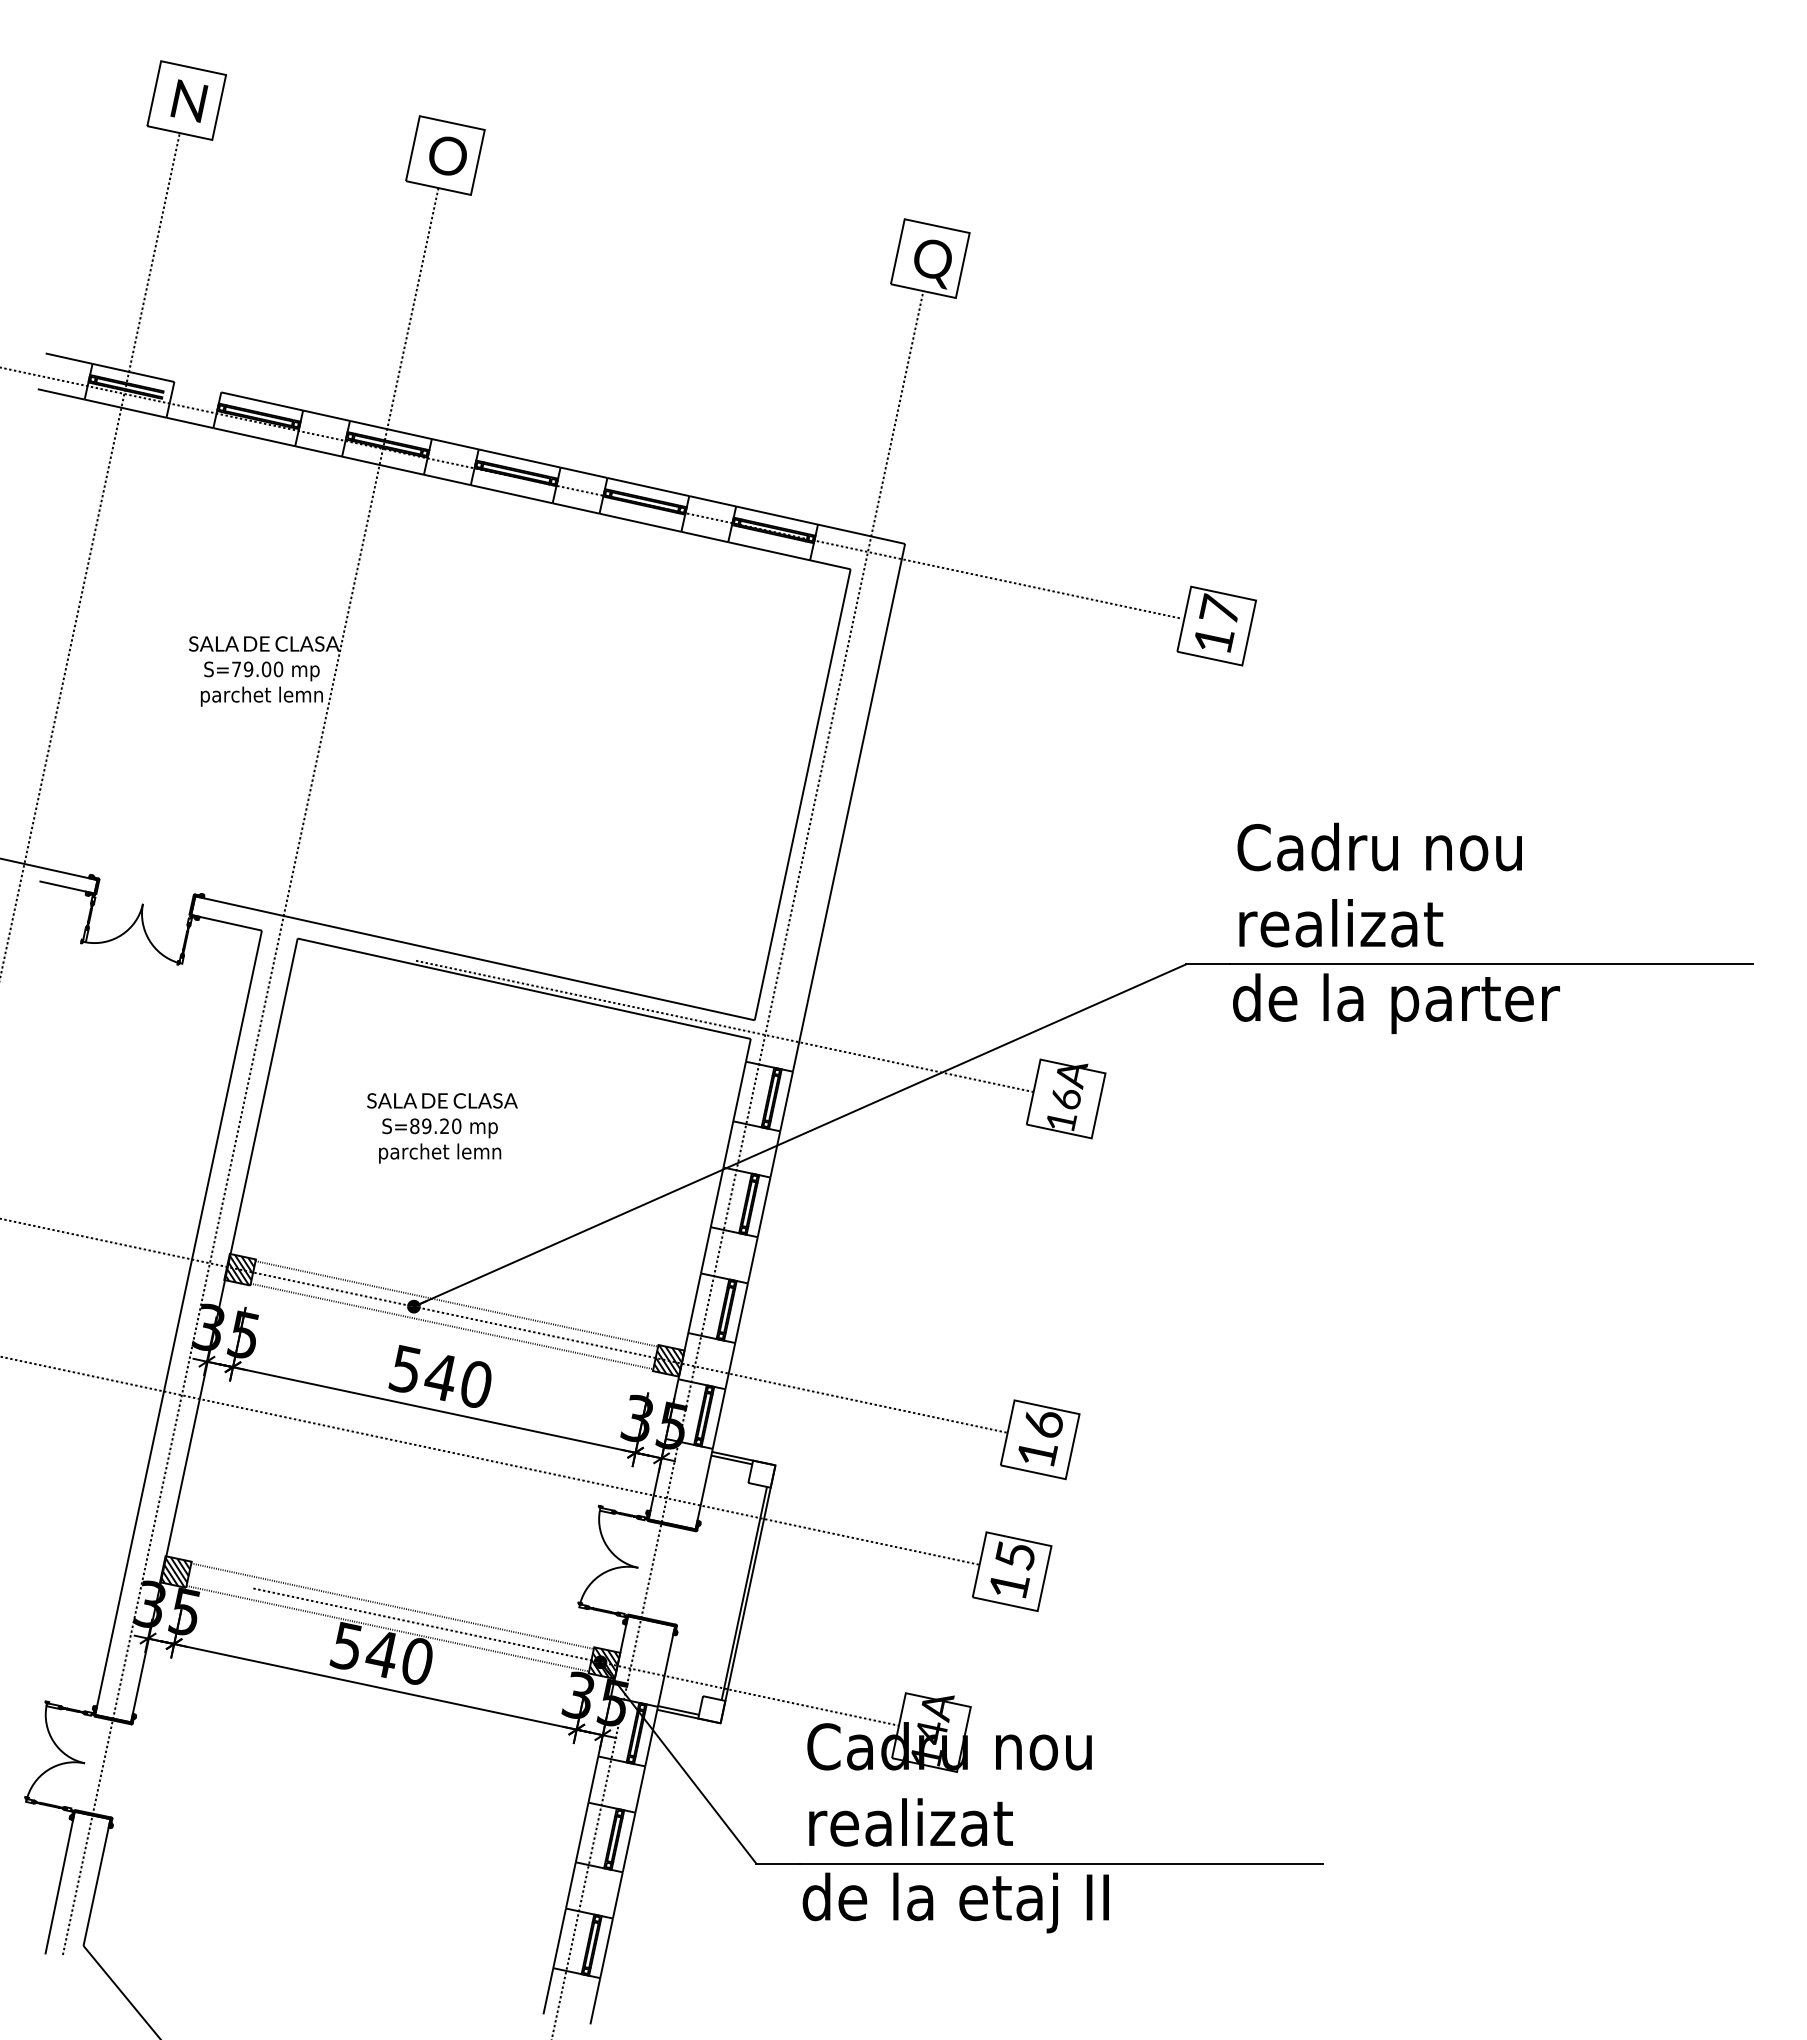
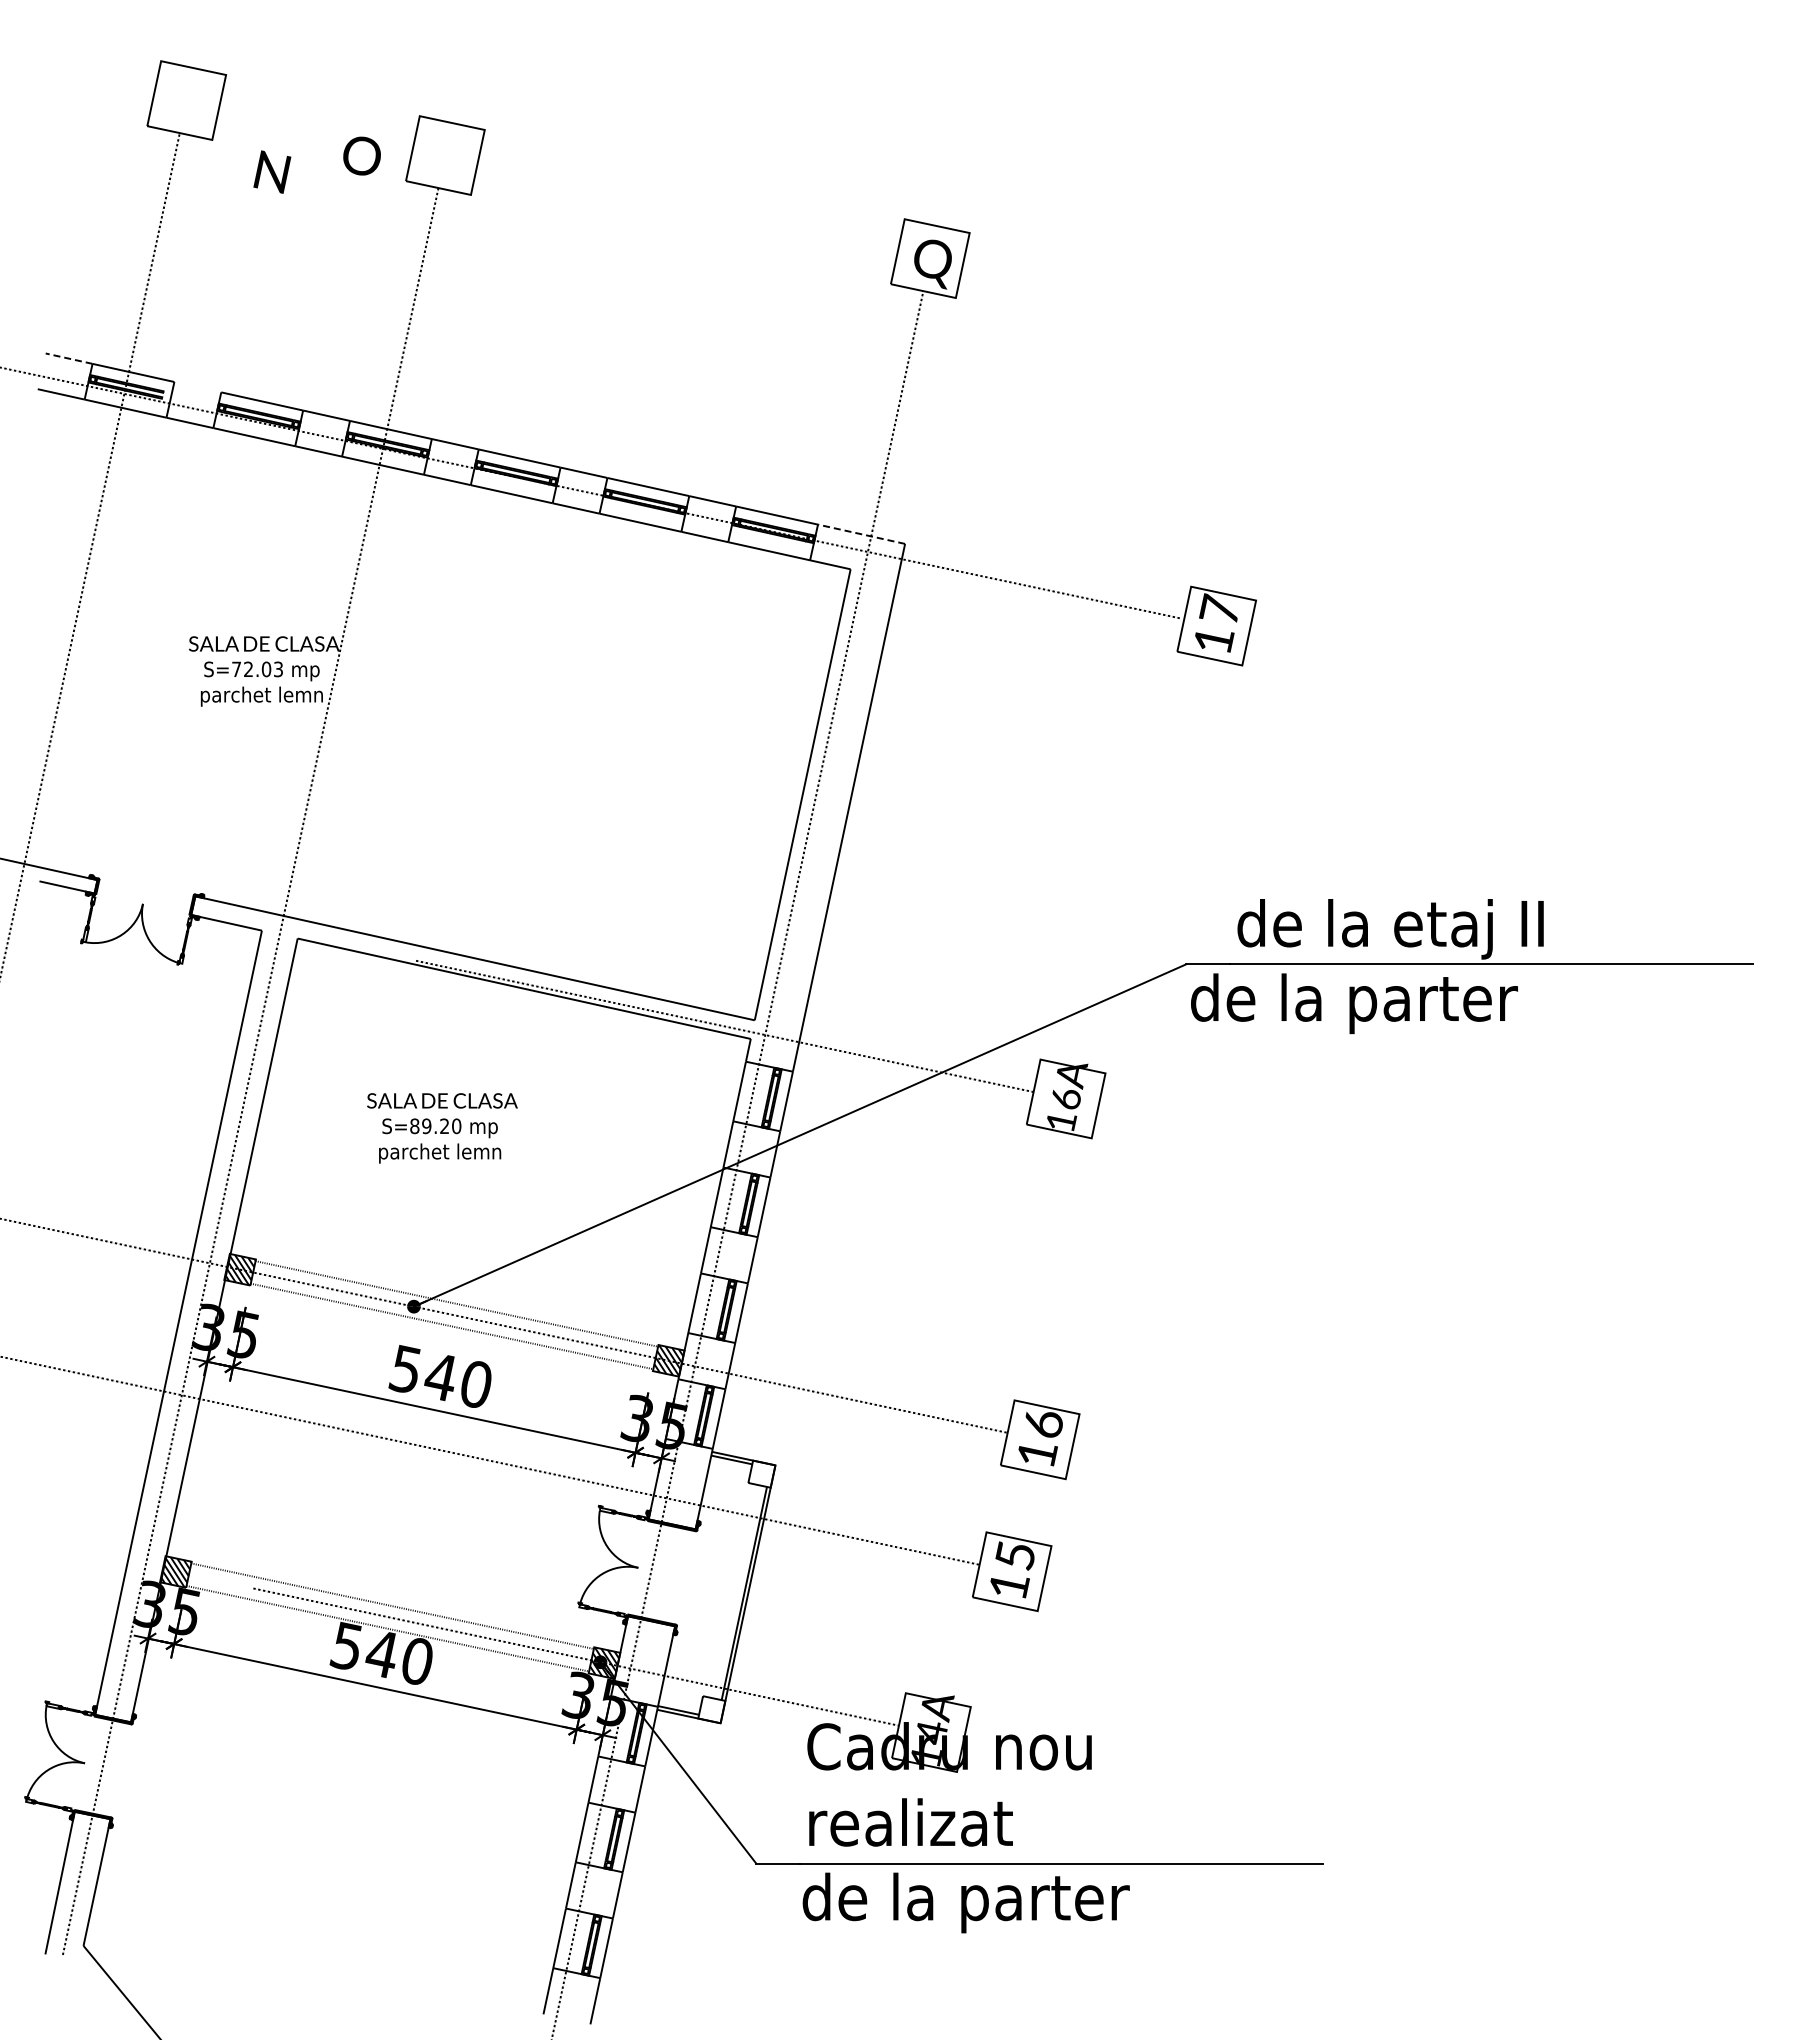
text at (189, 100) position: (189, 100) -> (272, 171)
text at (447, 155) position: (447, 155) -> (361, 155)
line at (68, 358): solid -> dashed
line at (861, 534): solid -> dashed
text at (263, 669): S=79.00 -> S=72.03
text at (1390, 890): Cadru nou realizat -> de la etaj II
text at (1396, 1003) position: (1396, 1003) -> (1354, 1003)
text at (1044, 1902): de la etaj II -> de la parter
